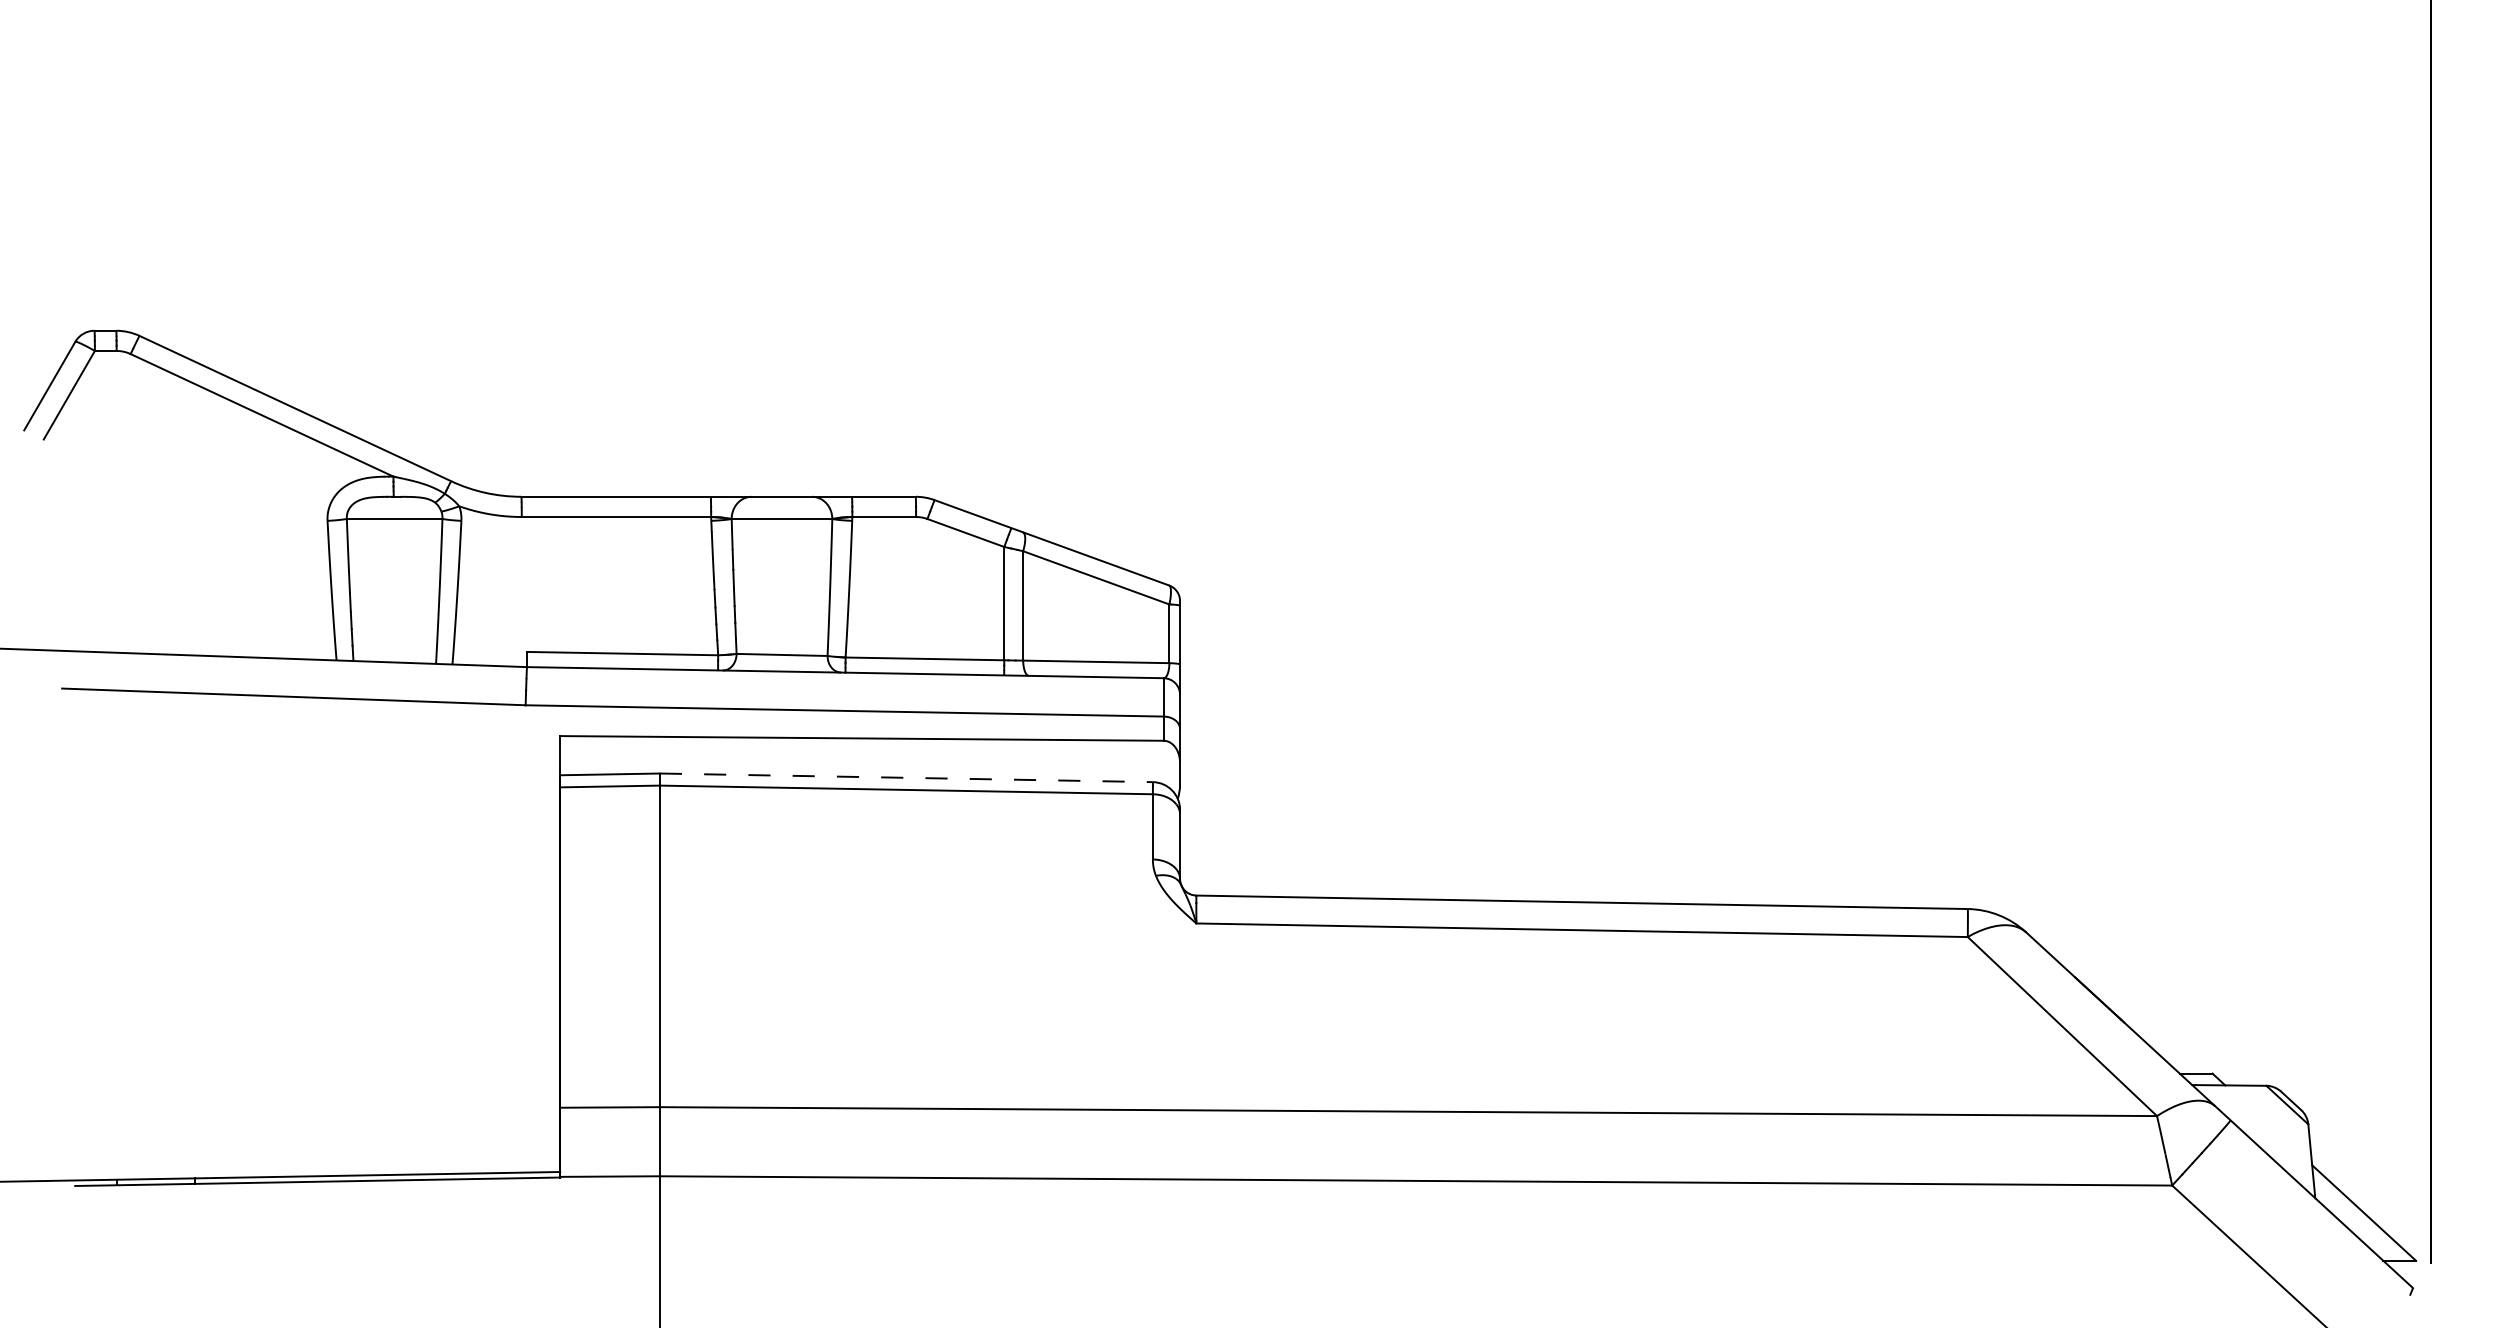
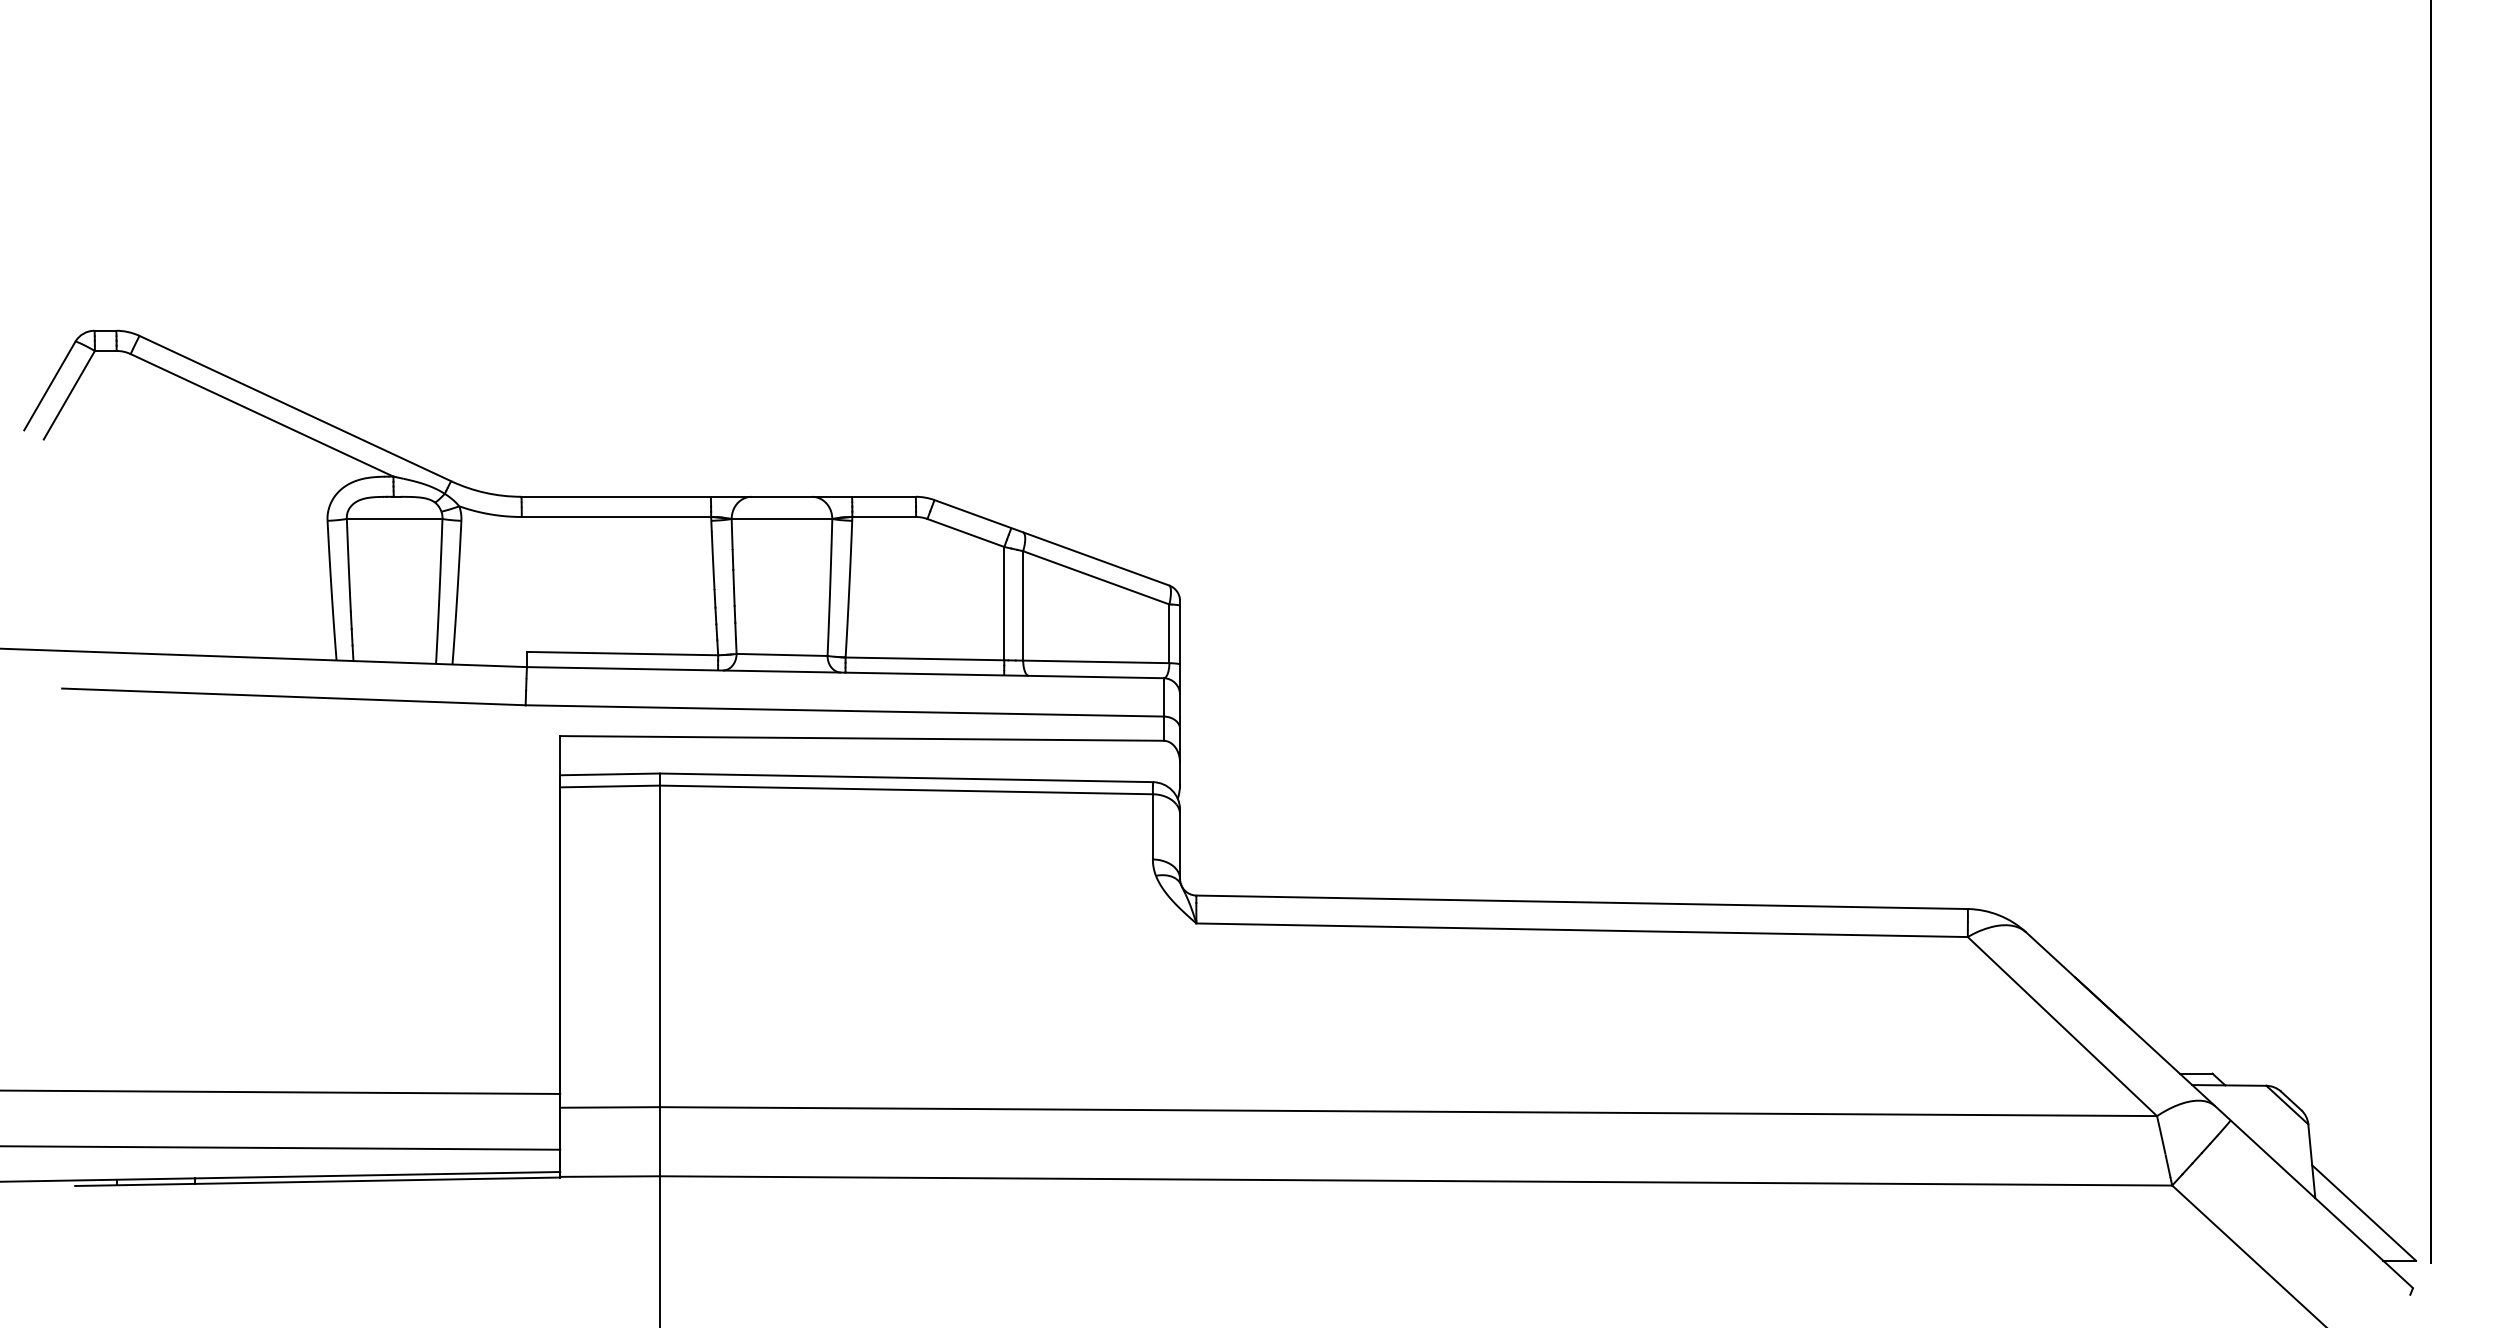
line at (906, 777): dashed -> solid
line at (281, 1091): none -> present
line at (281, 1147): none -> present
